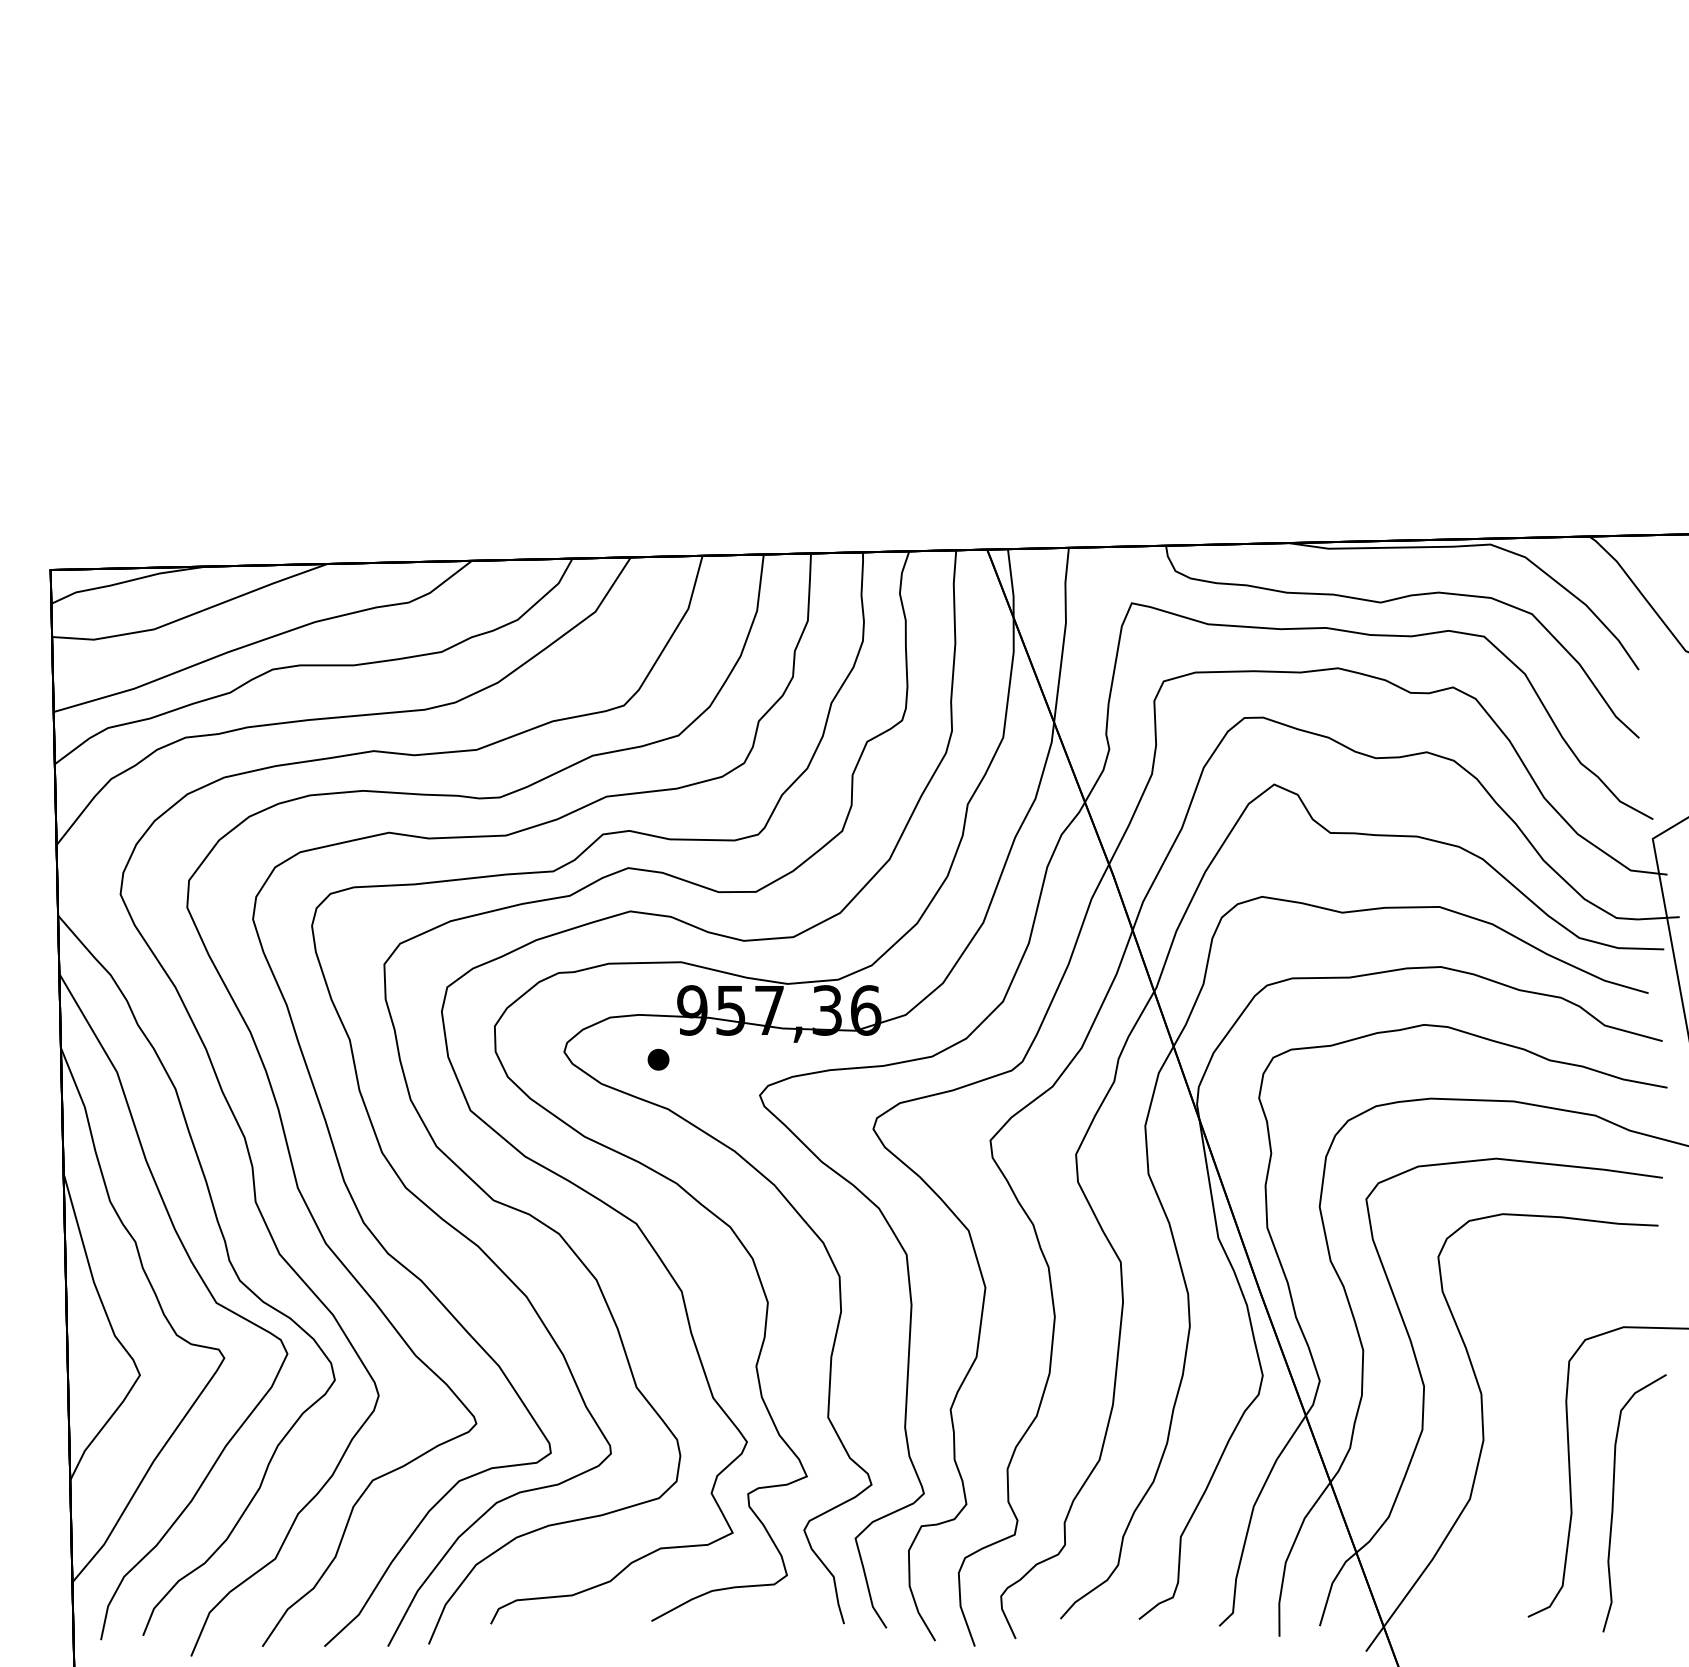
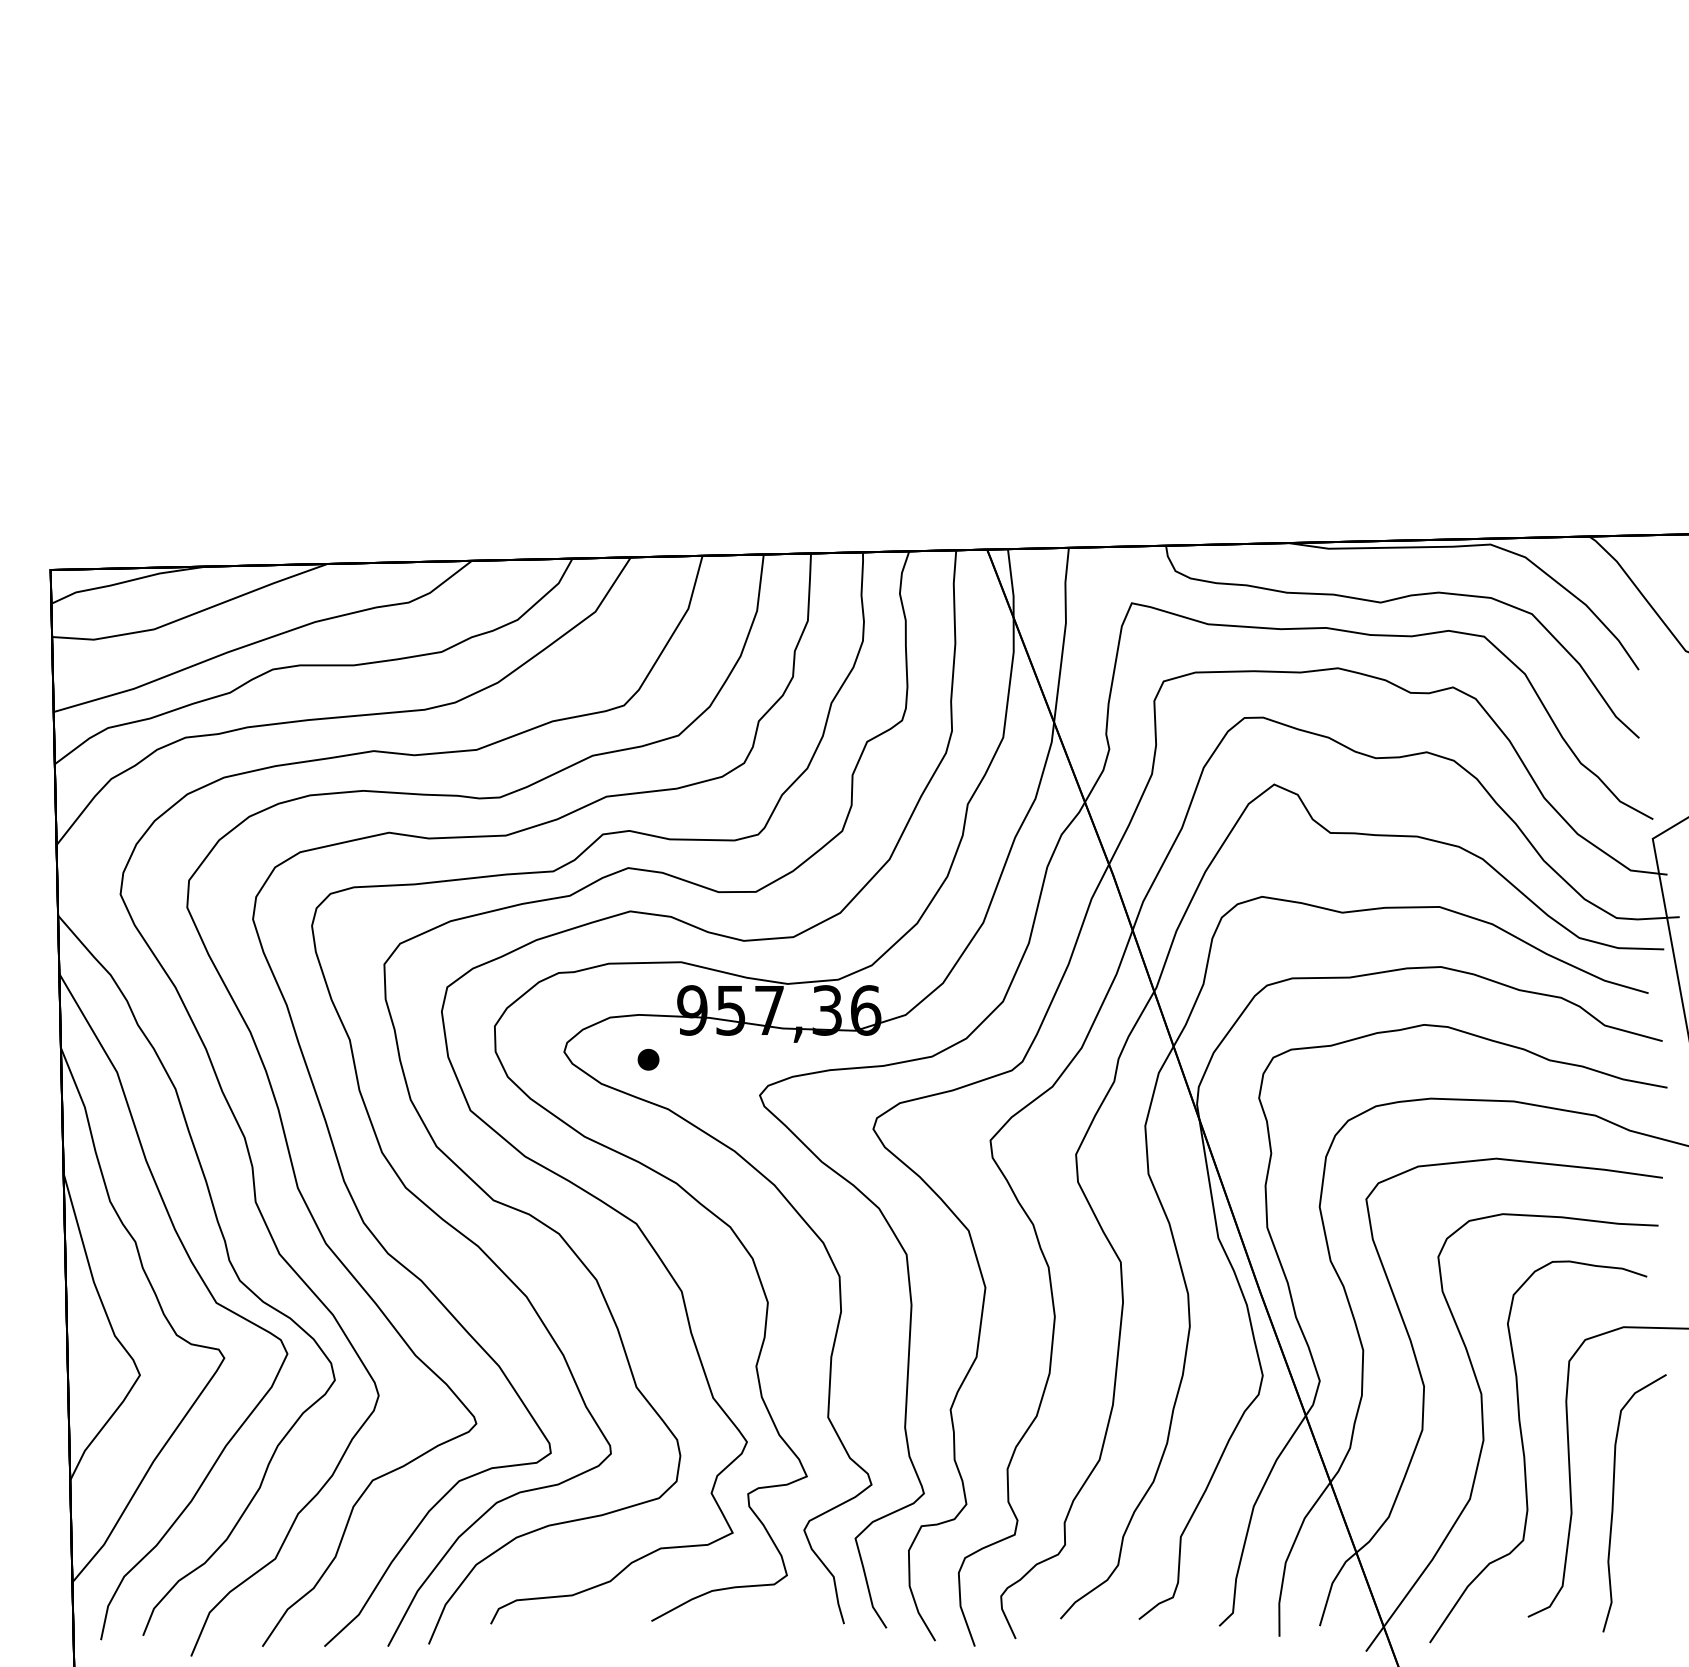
part at (658, 1059) position: (658, 1059) -> (648, 1059)
curve at (1525, 1456): none -> present
